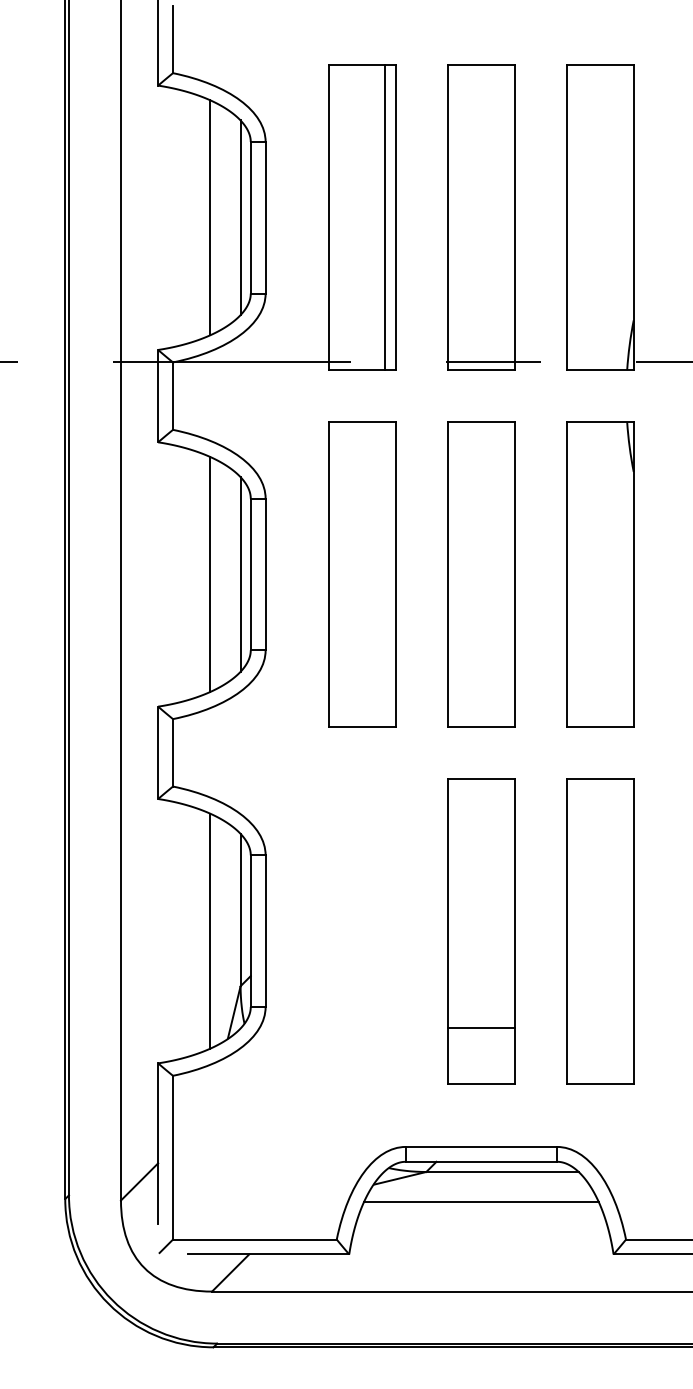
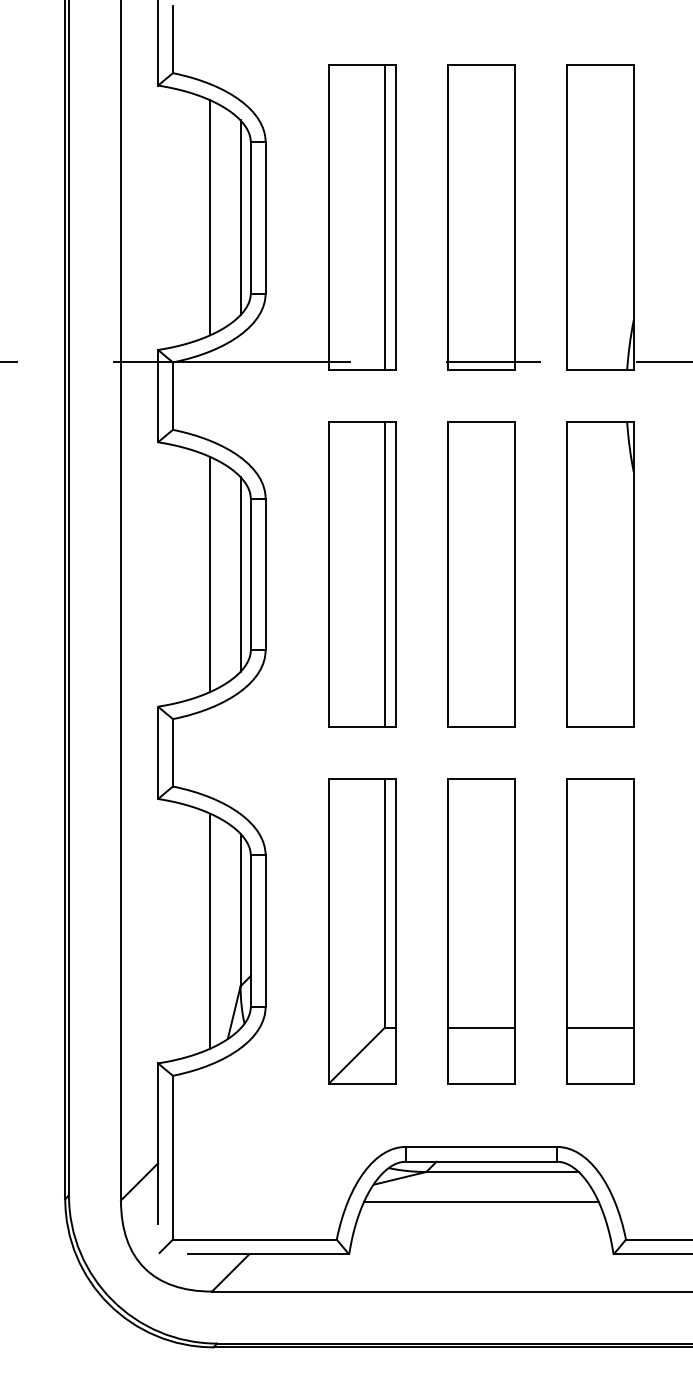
line at (384, 574): none -> present
part at (362, 931): none -> present
line at (599, 1027): none -> present
